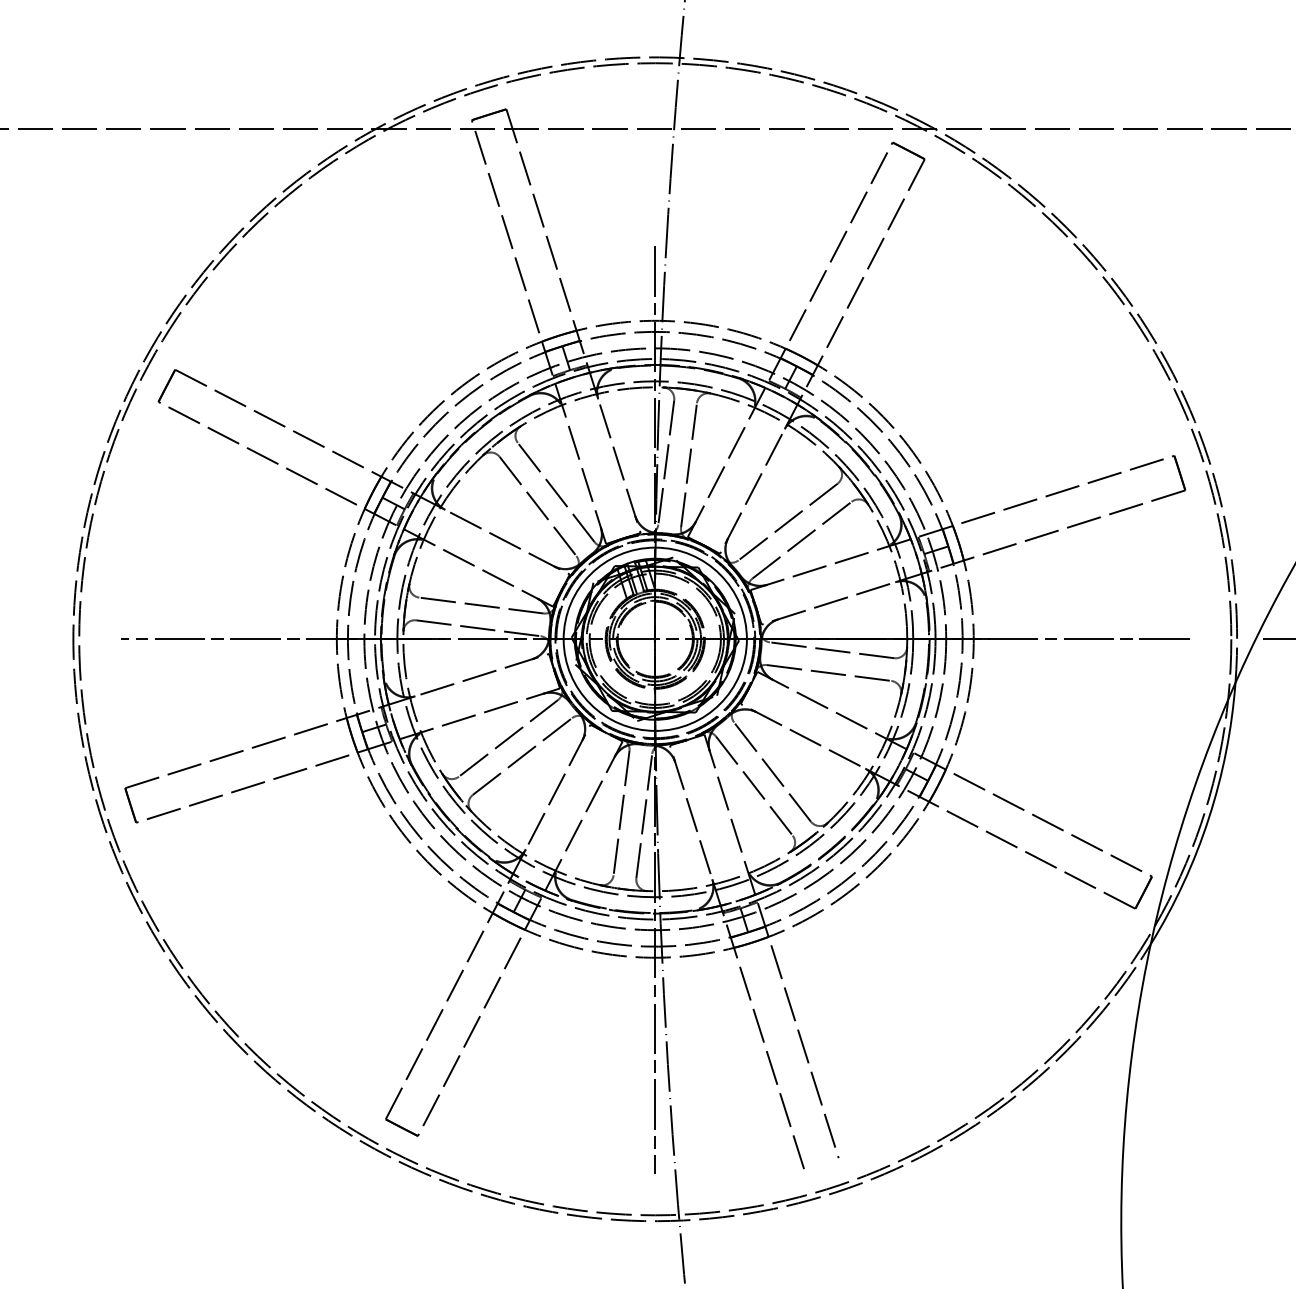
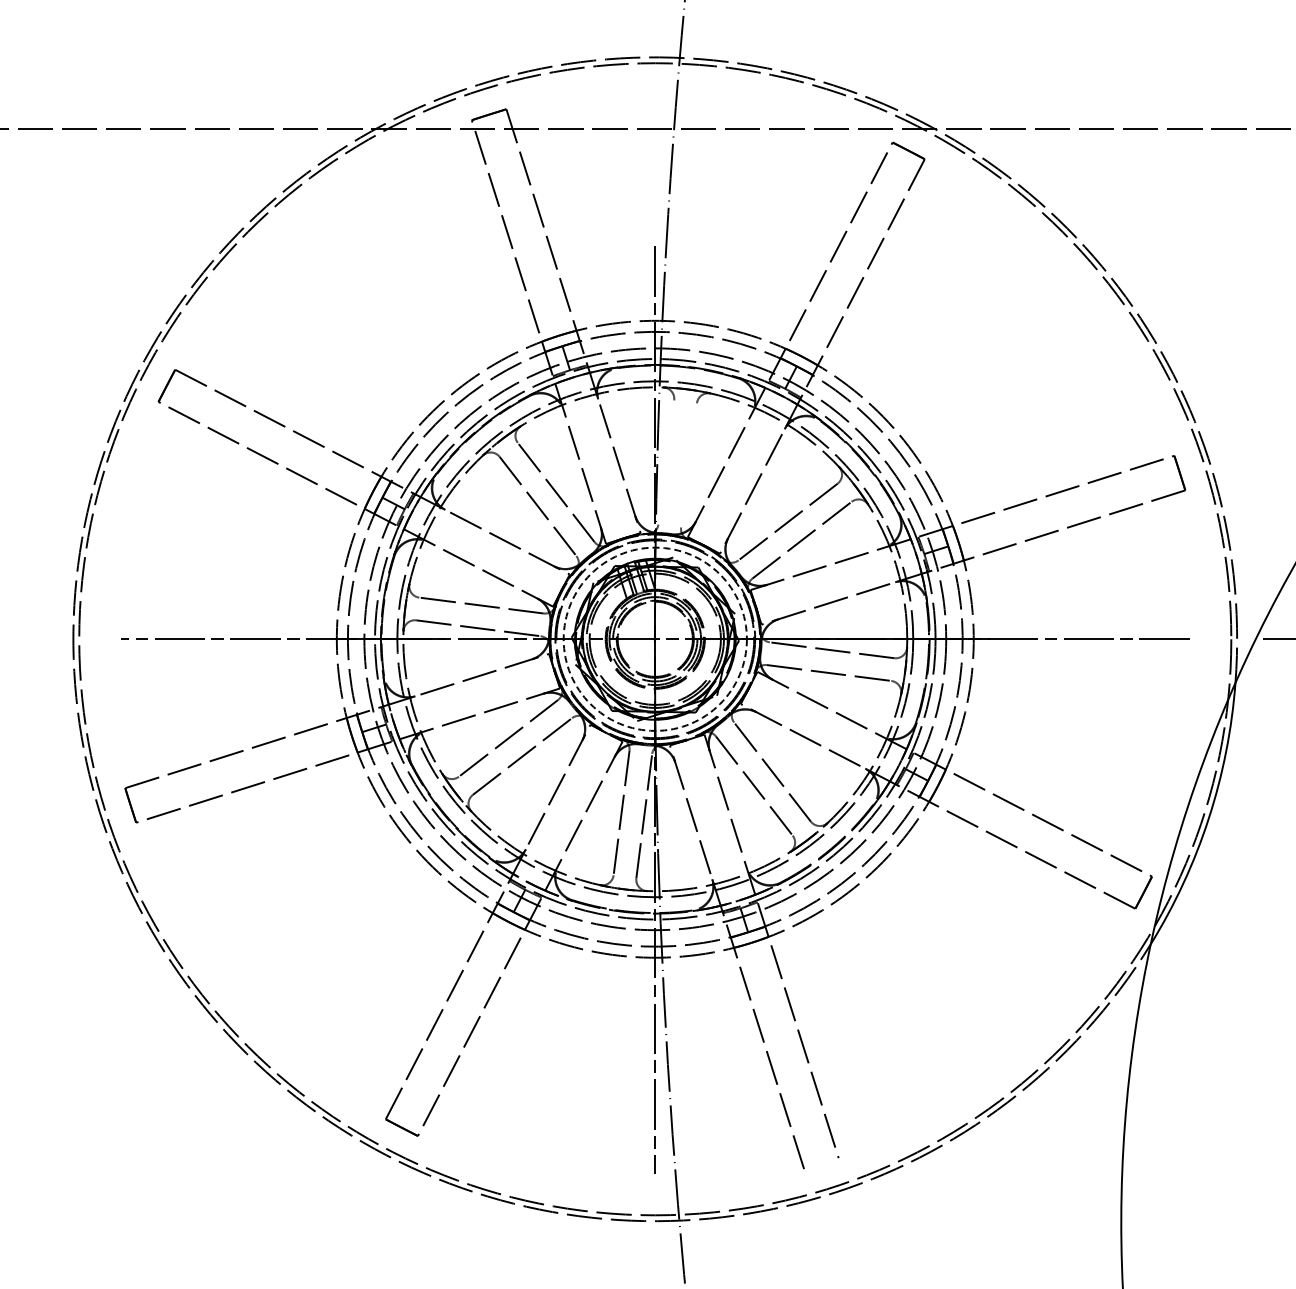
line at (666, 462): present -> none
line at (688, 465): present -> none
circle at (654, 638): solid -> dashed
